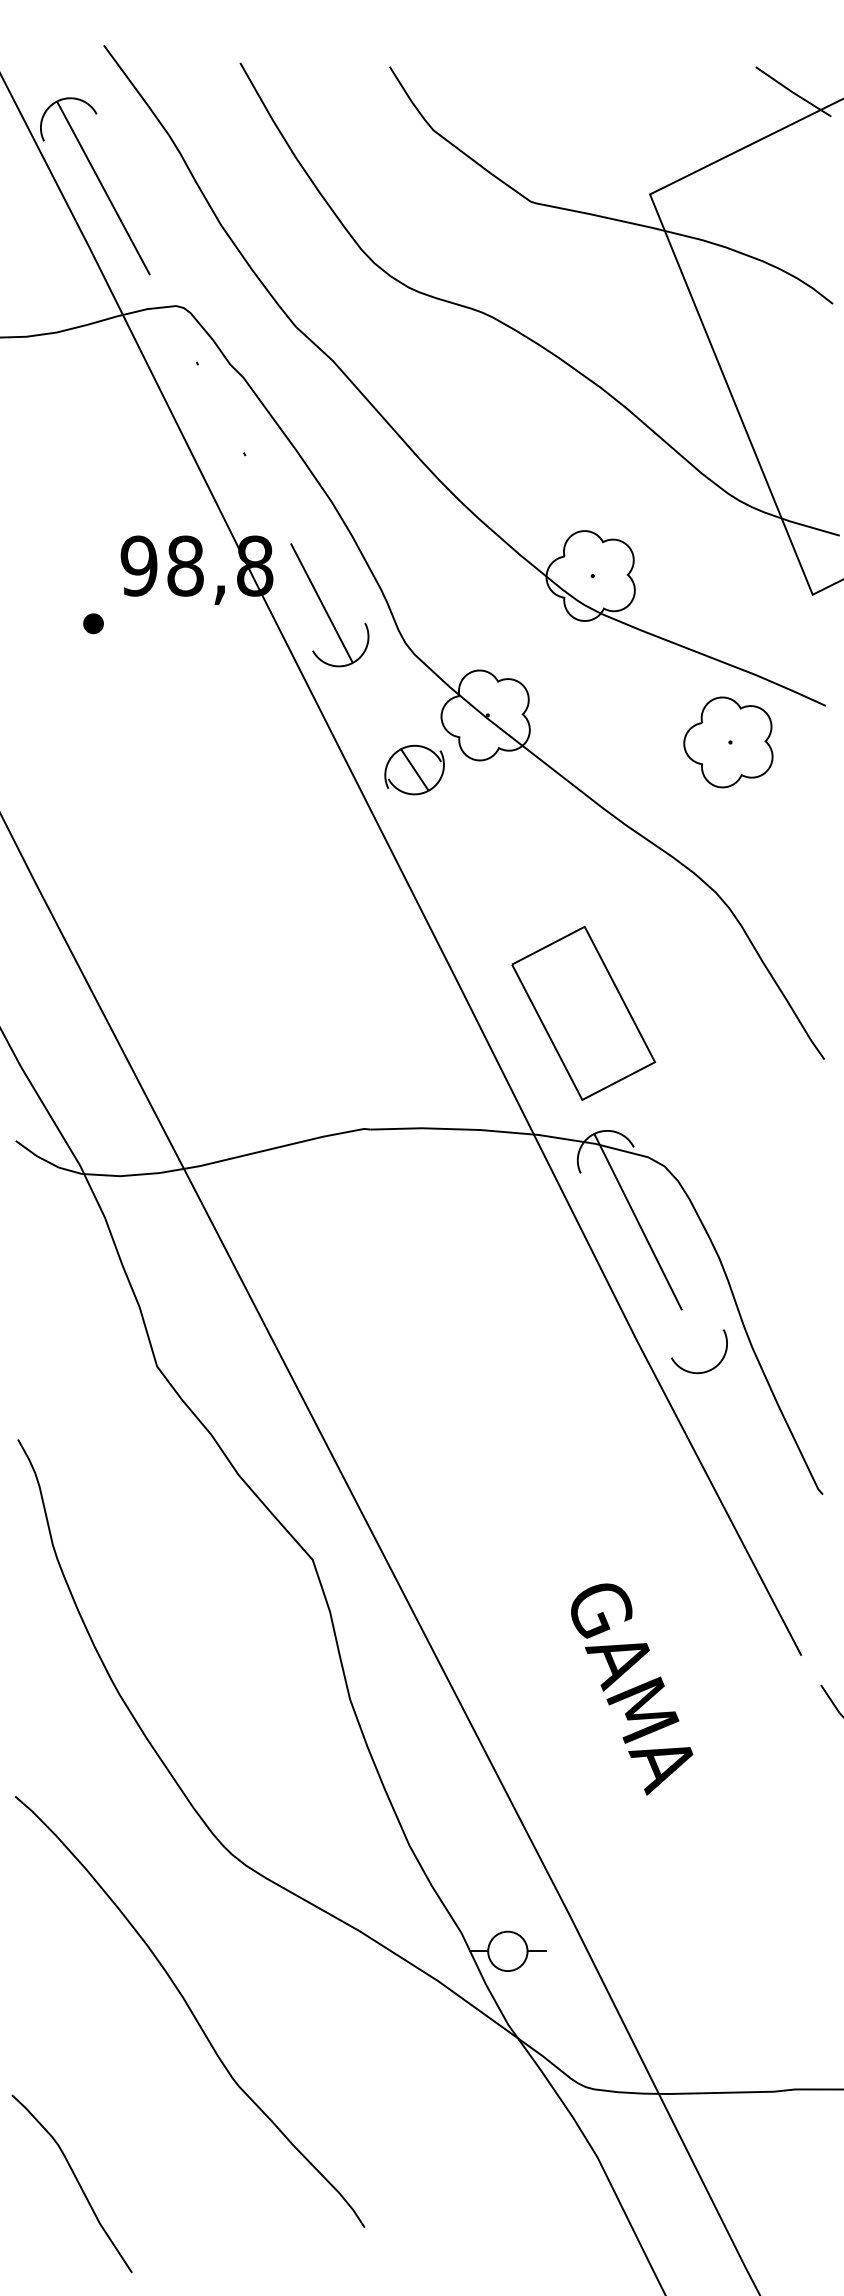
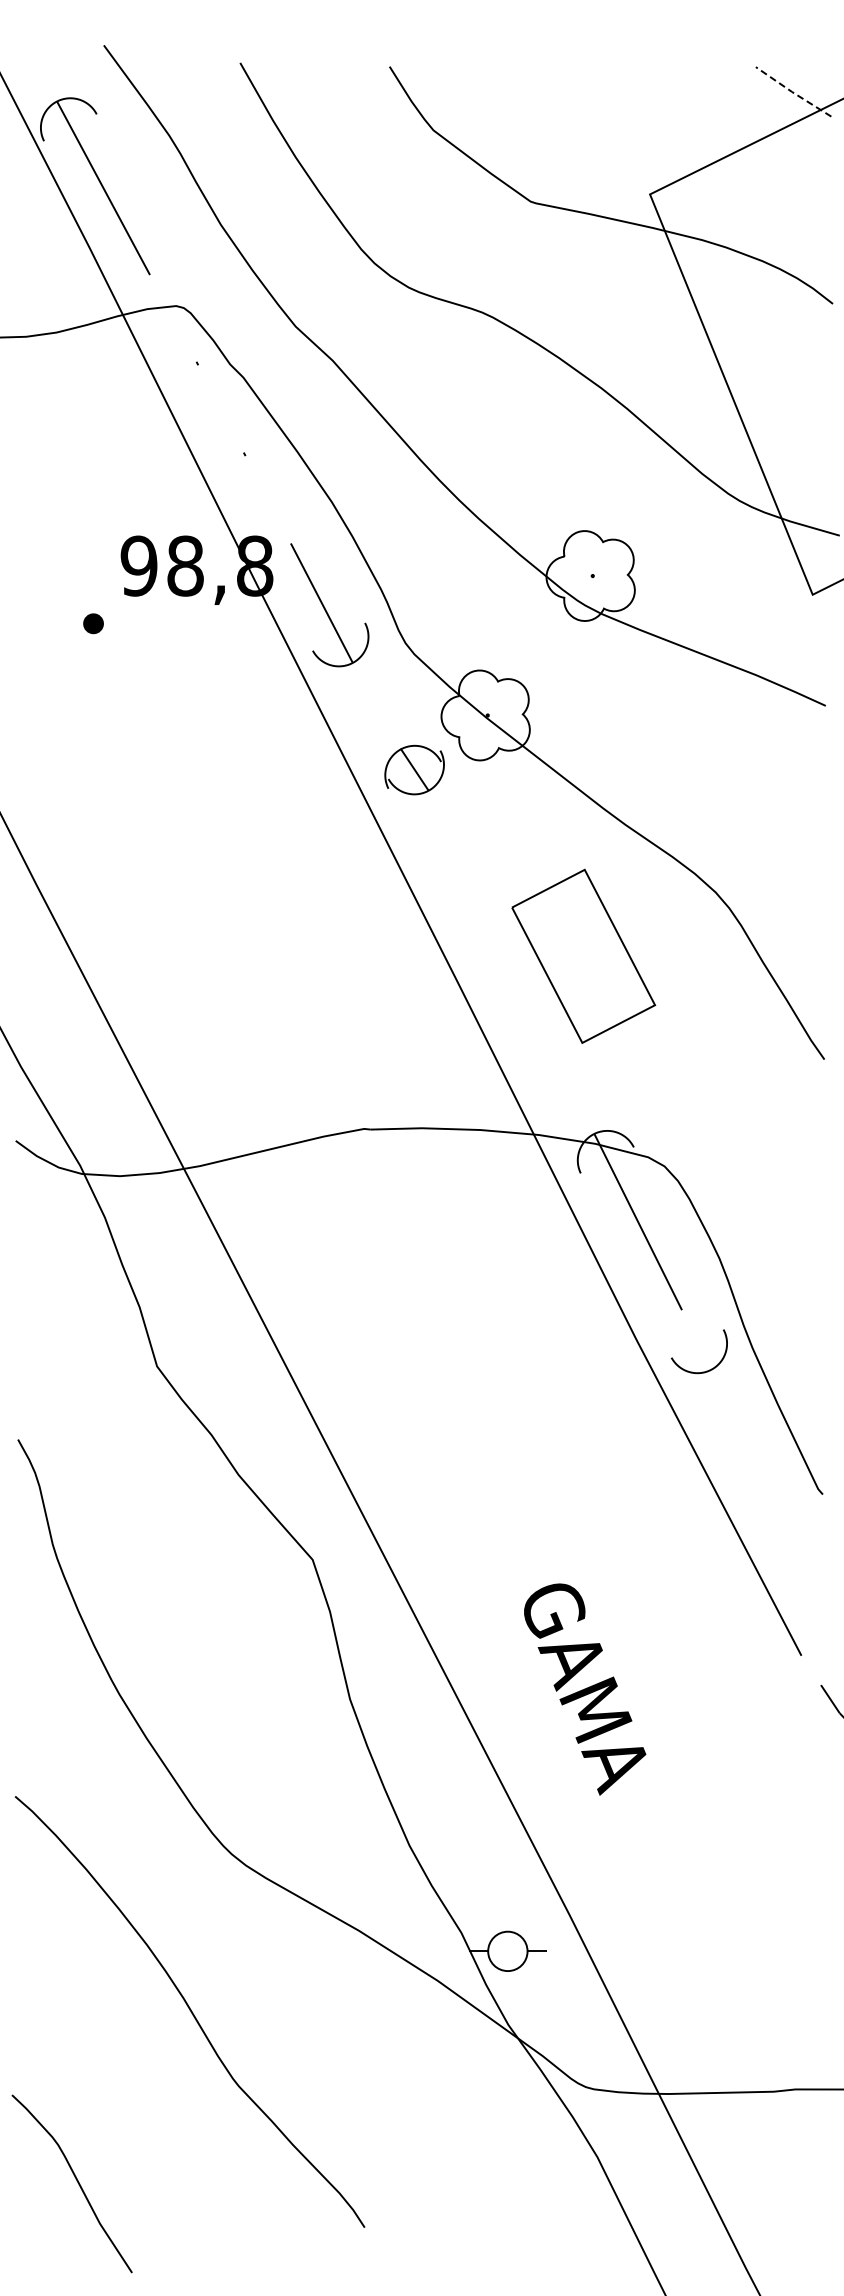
line at (792, 92): solid -> dashed
part at (728, 742): present -> none
part at (583, 1012) position: (583, 1012) -> (583, 955)
text at (632, 1689) position: (632, 1689) -> (585, 1689)
